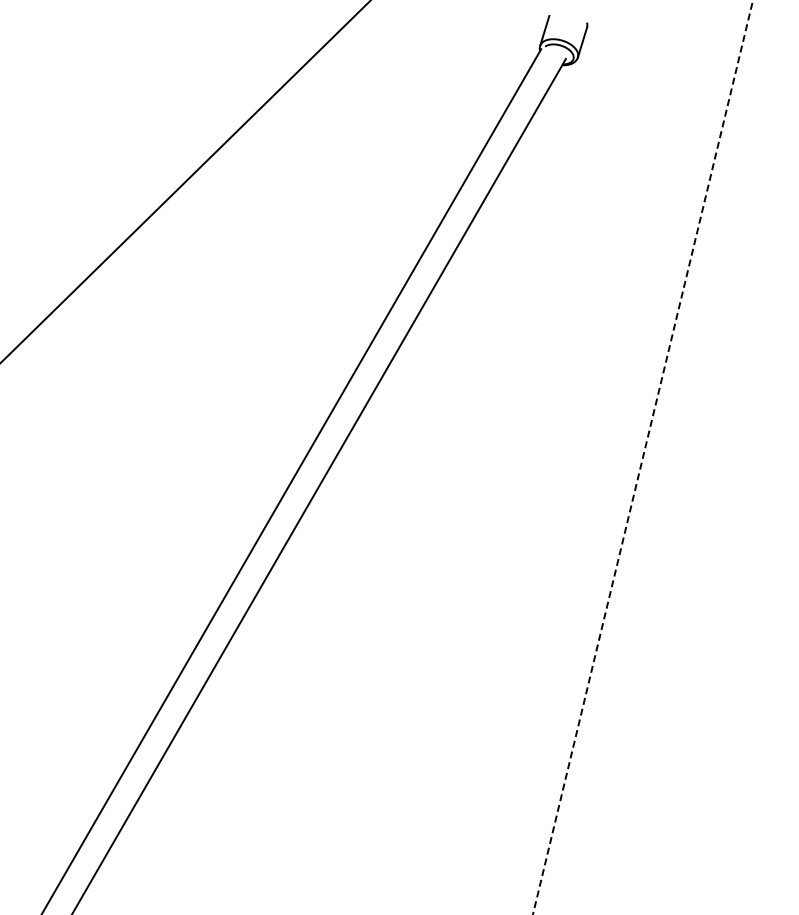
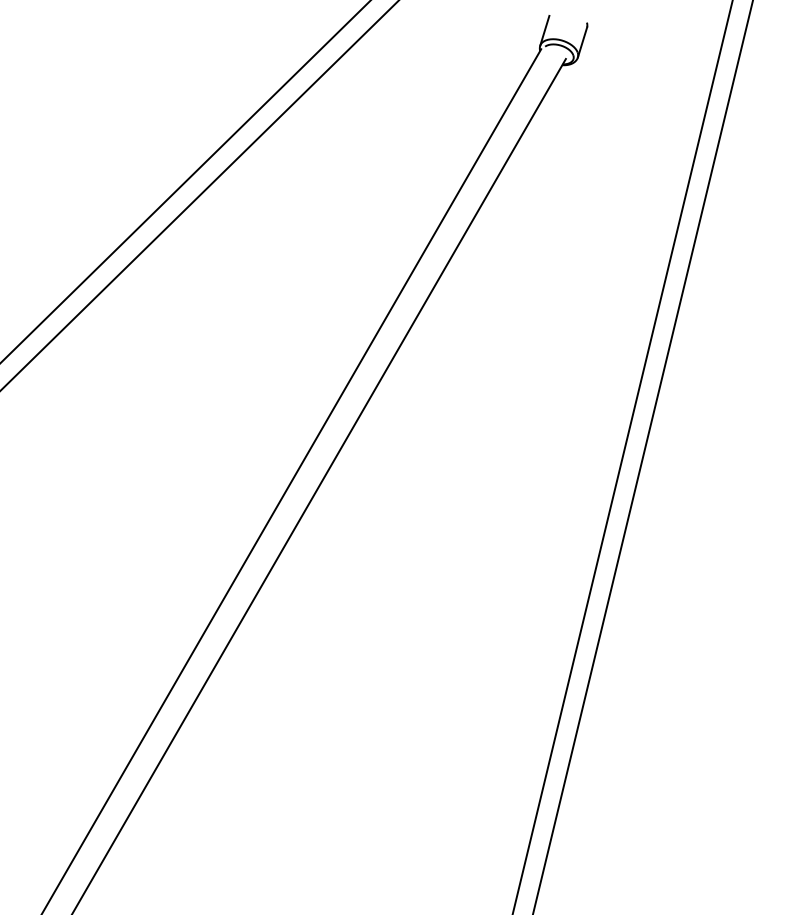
line at (199, 195): none -> present
line at (622, 456): none -> present
line at (642, 457): dashed -> solid
